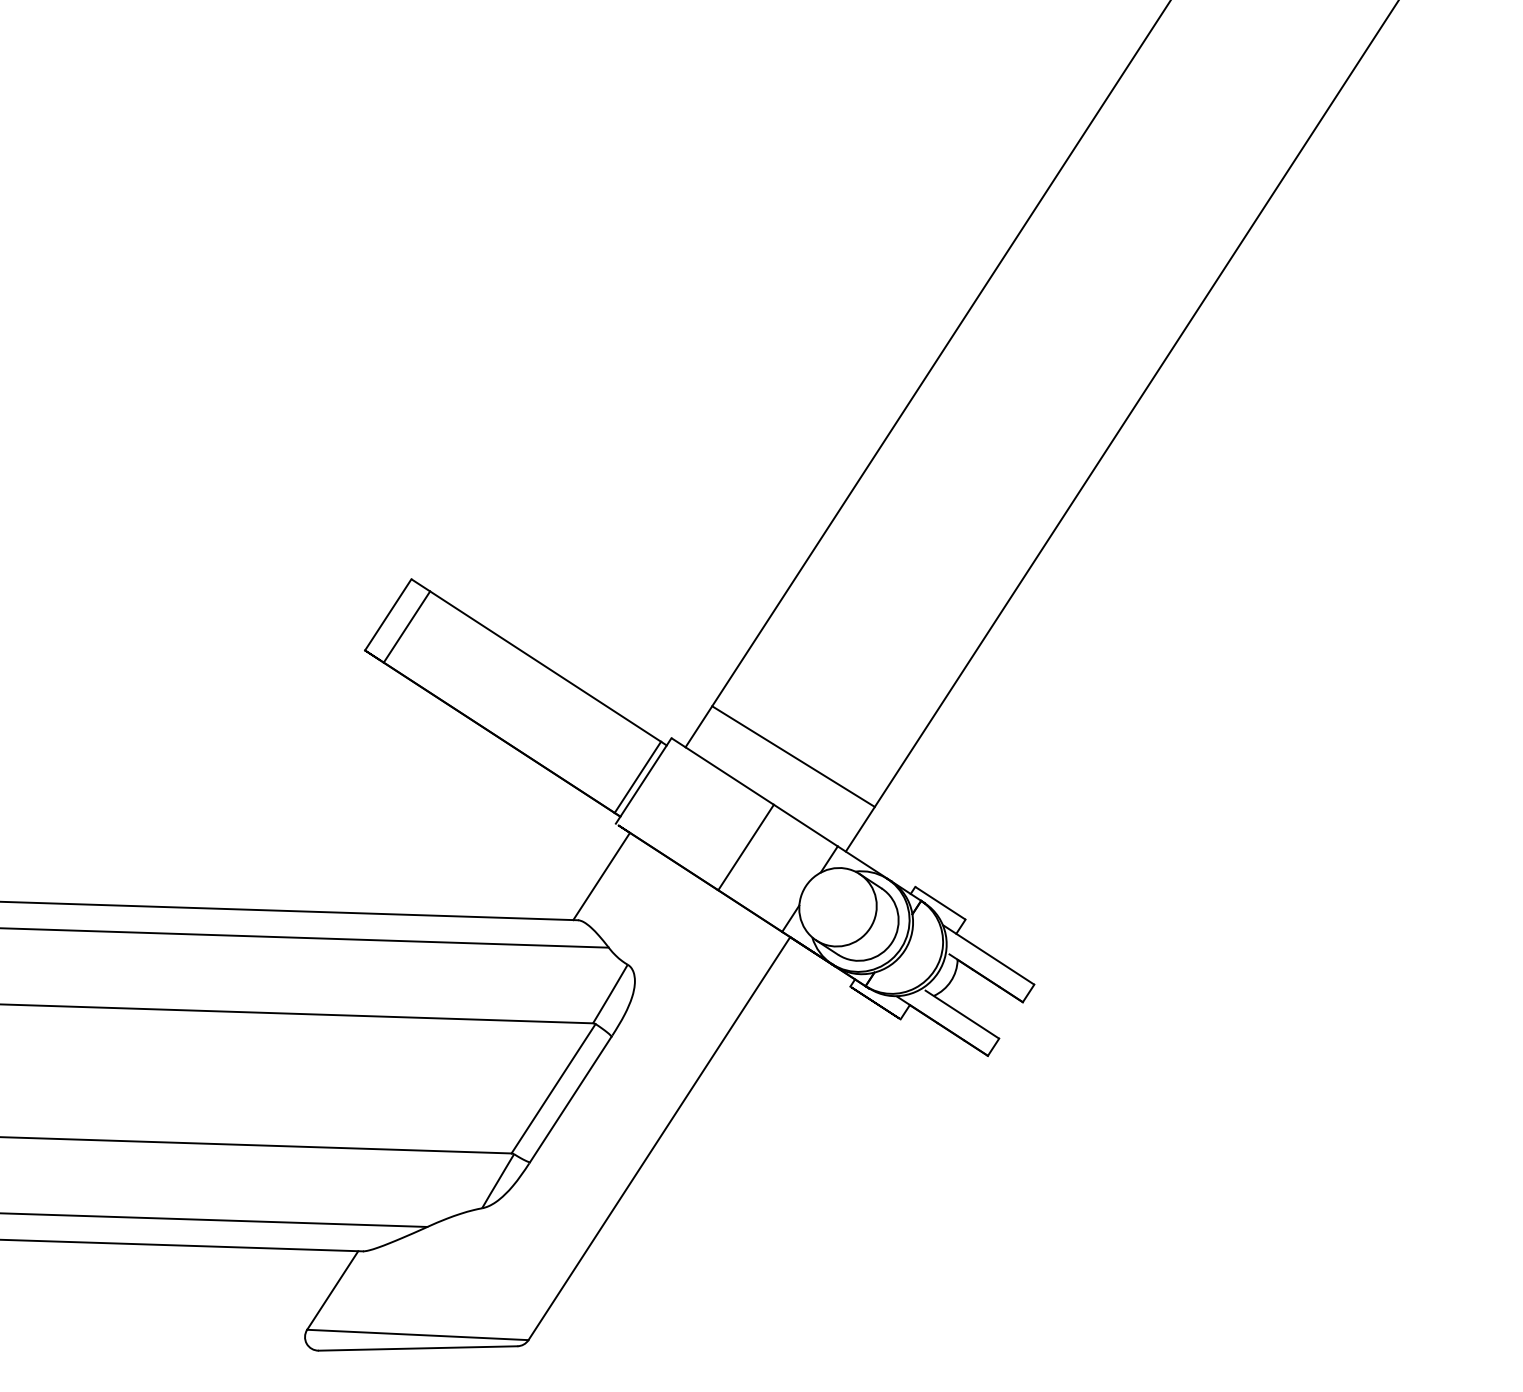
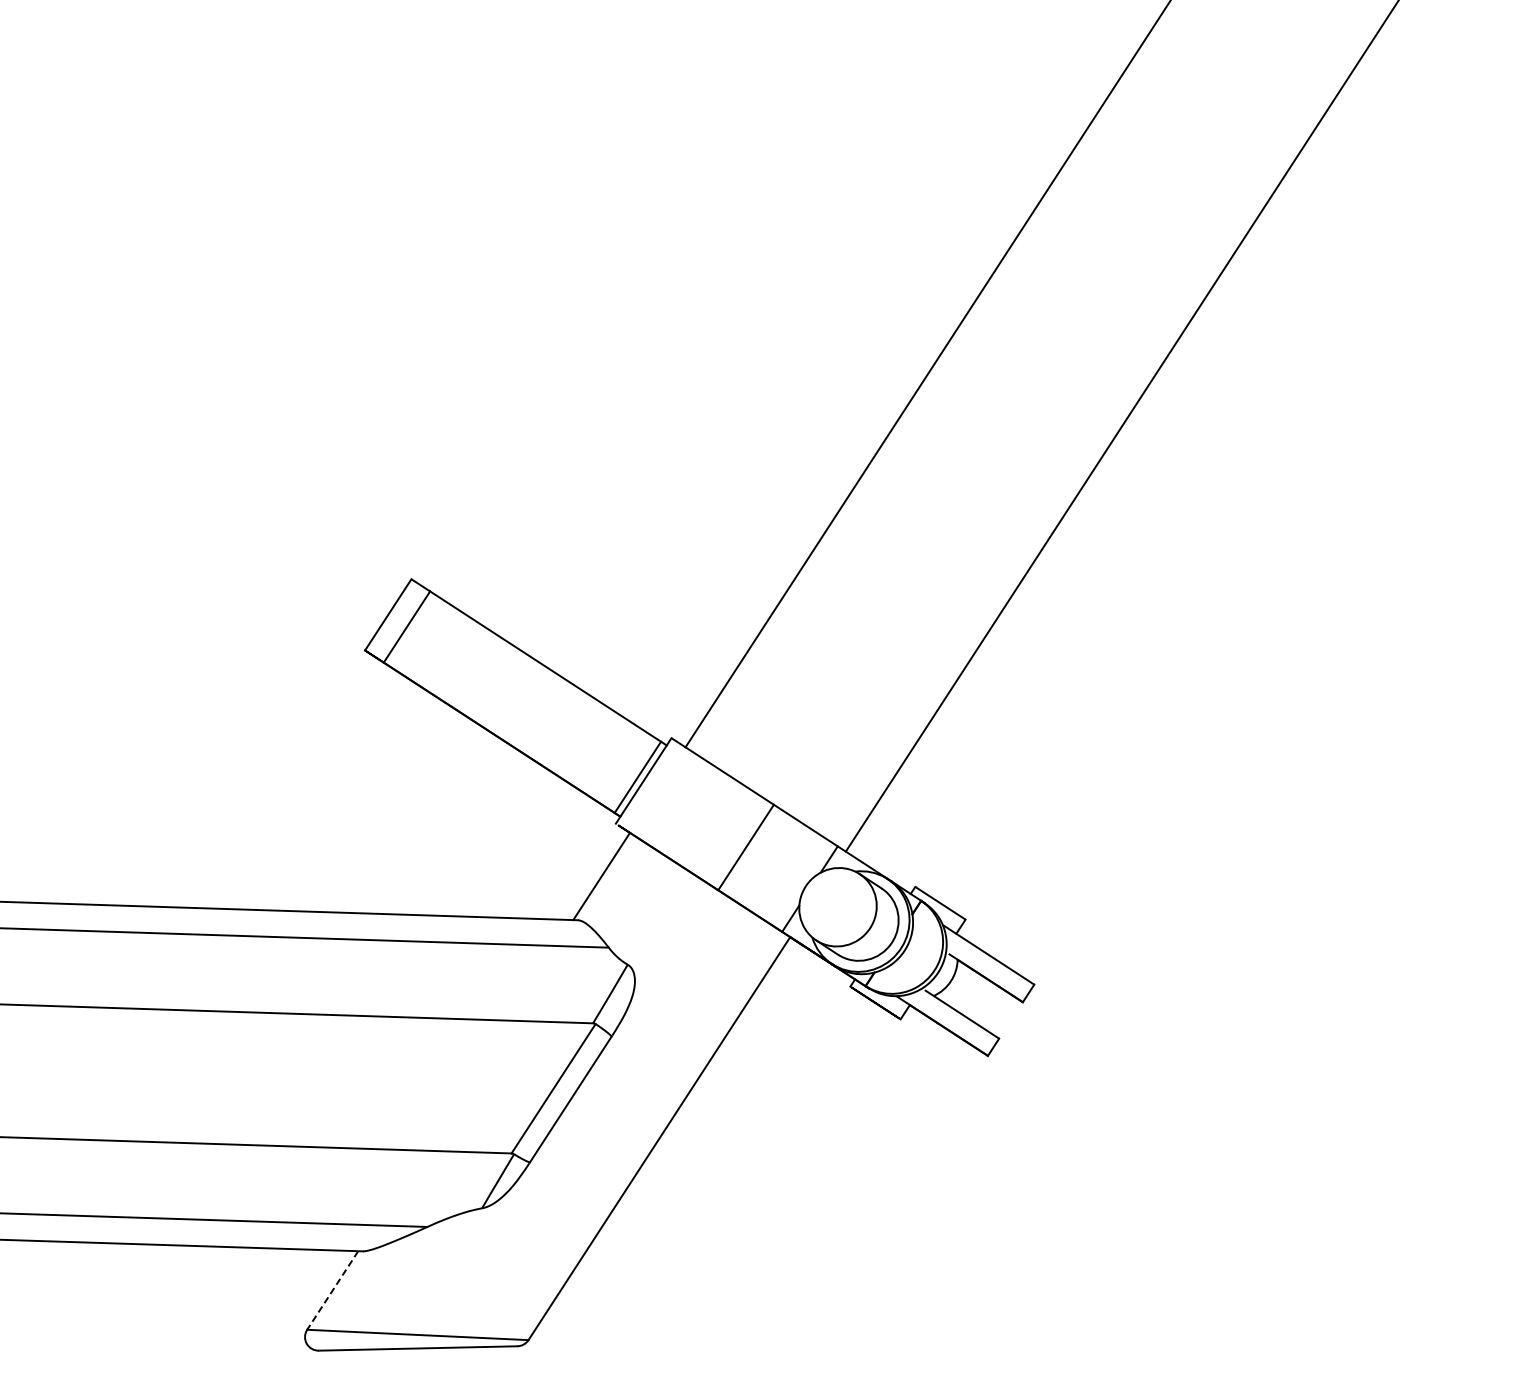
line at (793, 756): present -> none
line at (332, 1290): solid -> dashed
